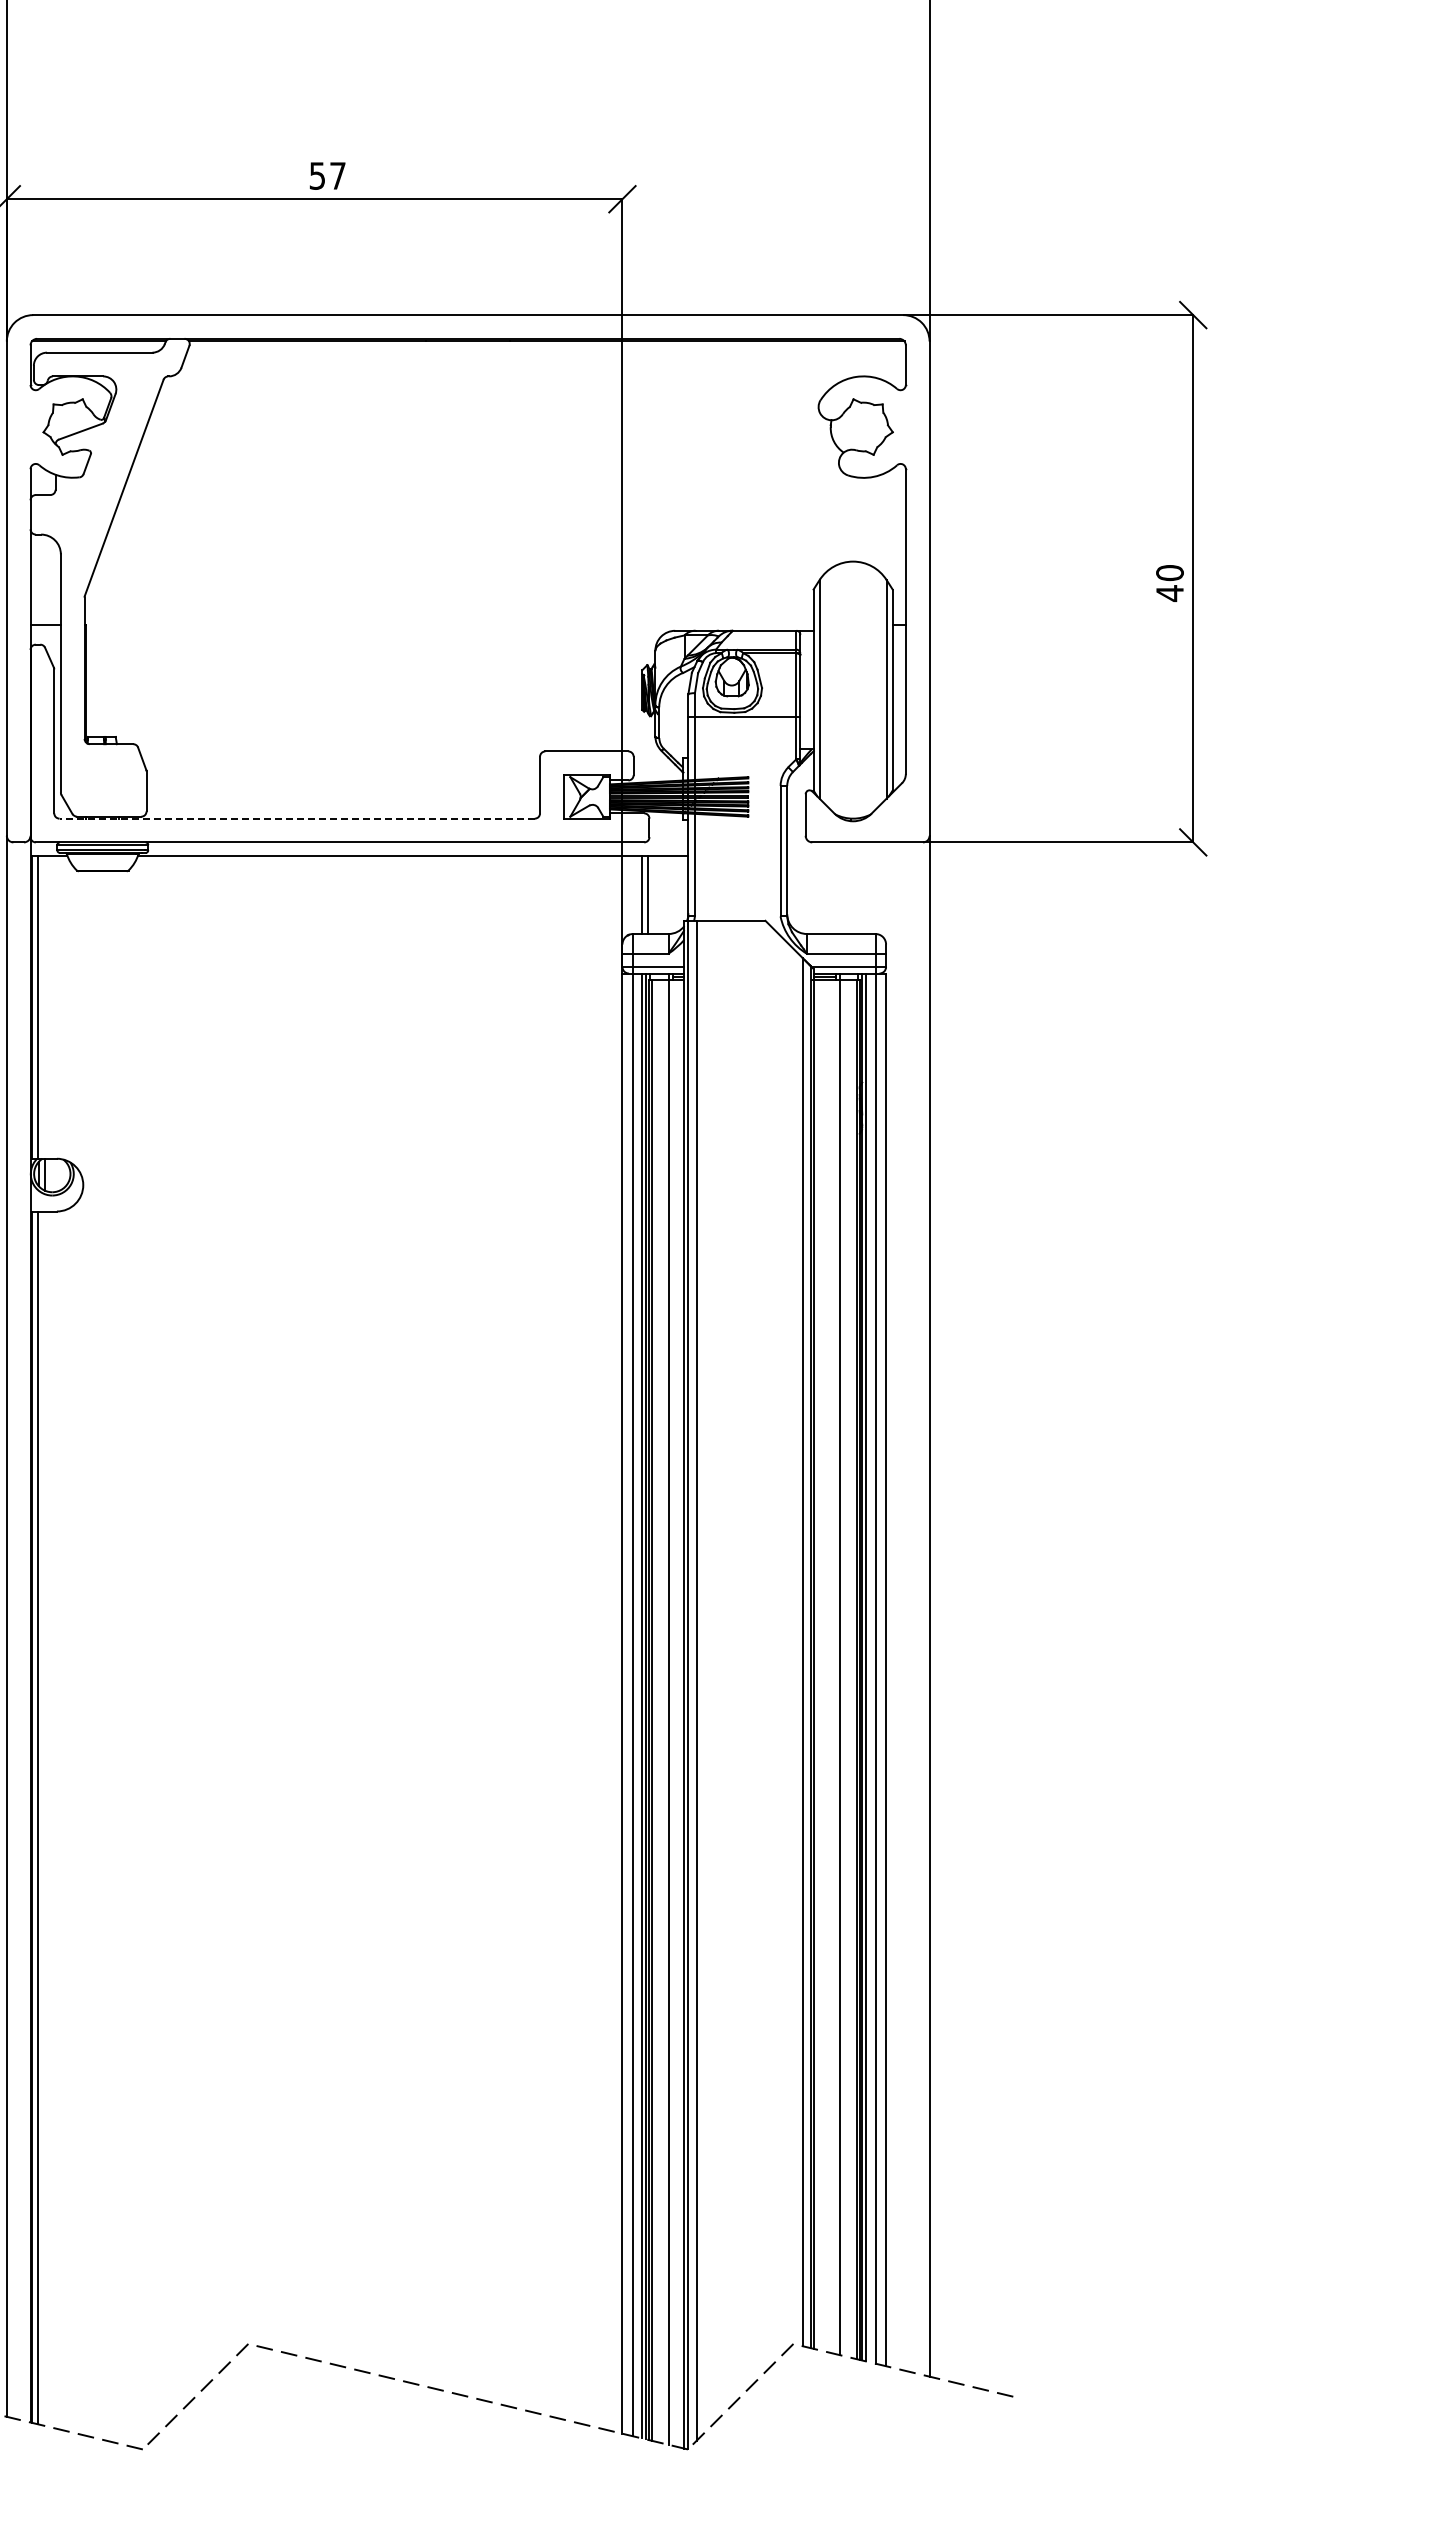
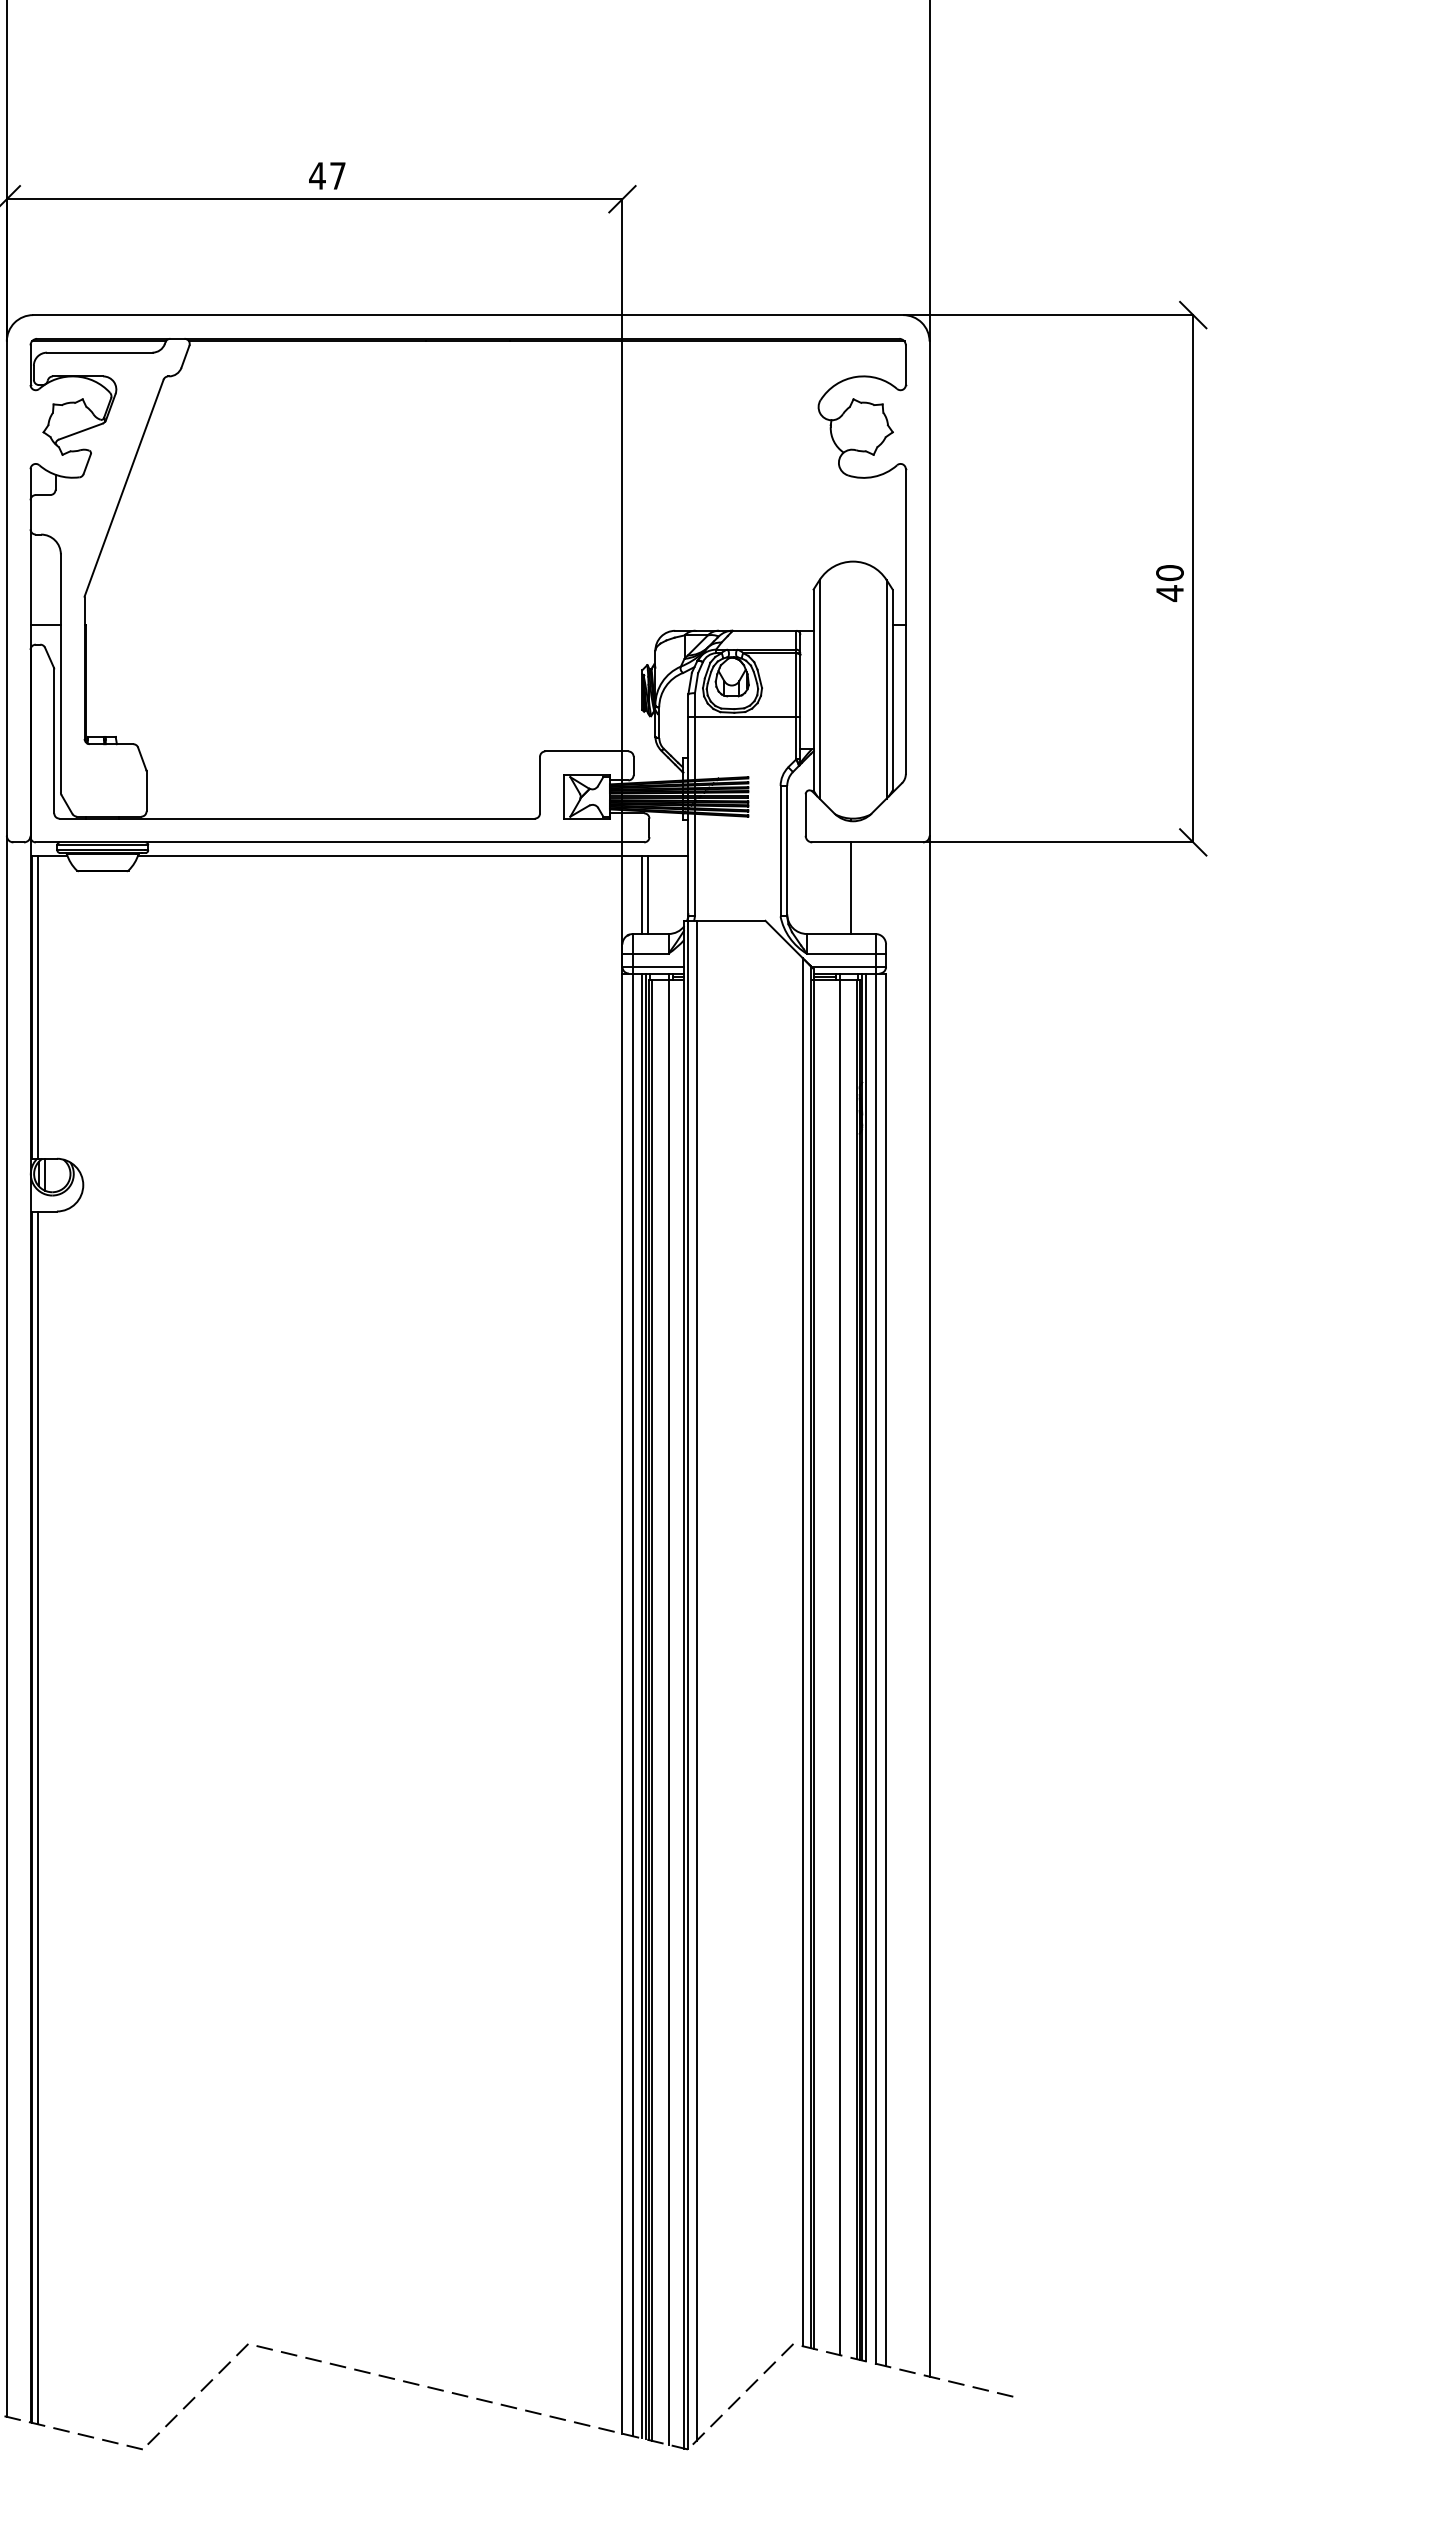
text at (317, 175): 57 -> 47
line at (297, 818): dashed -> solid
line at (850, 888): none -> present
